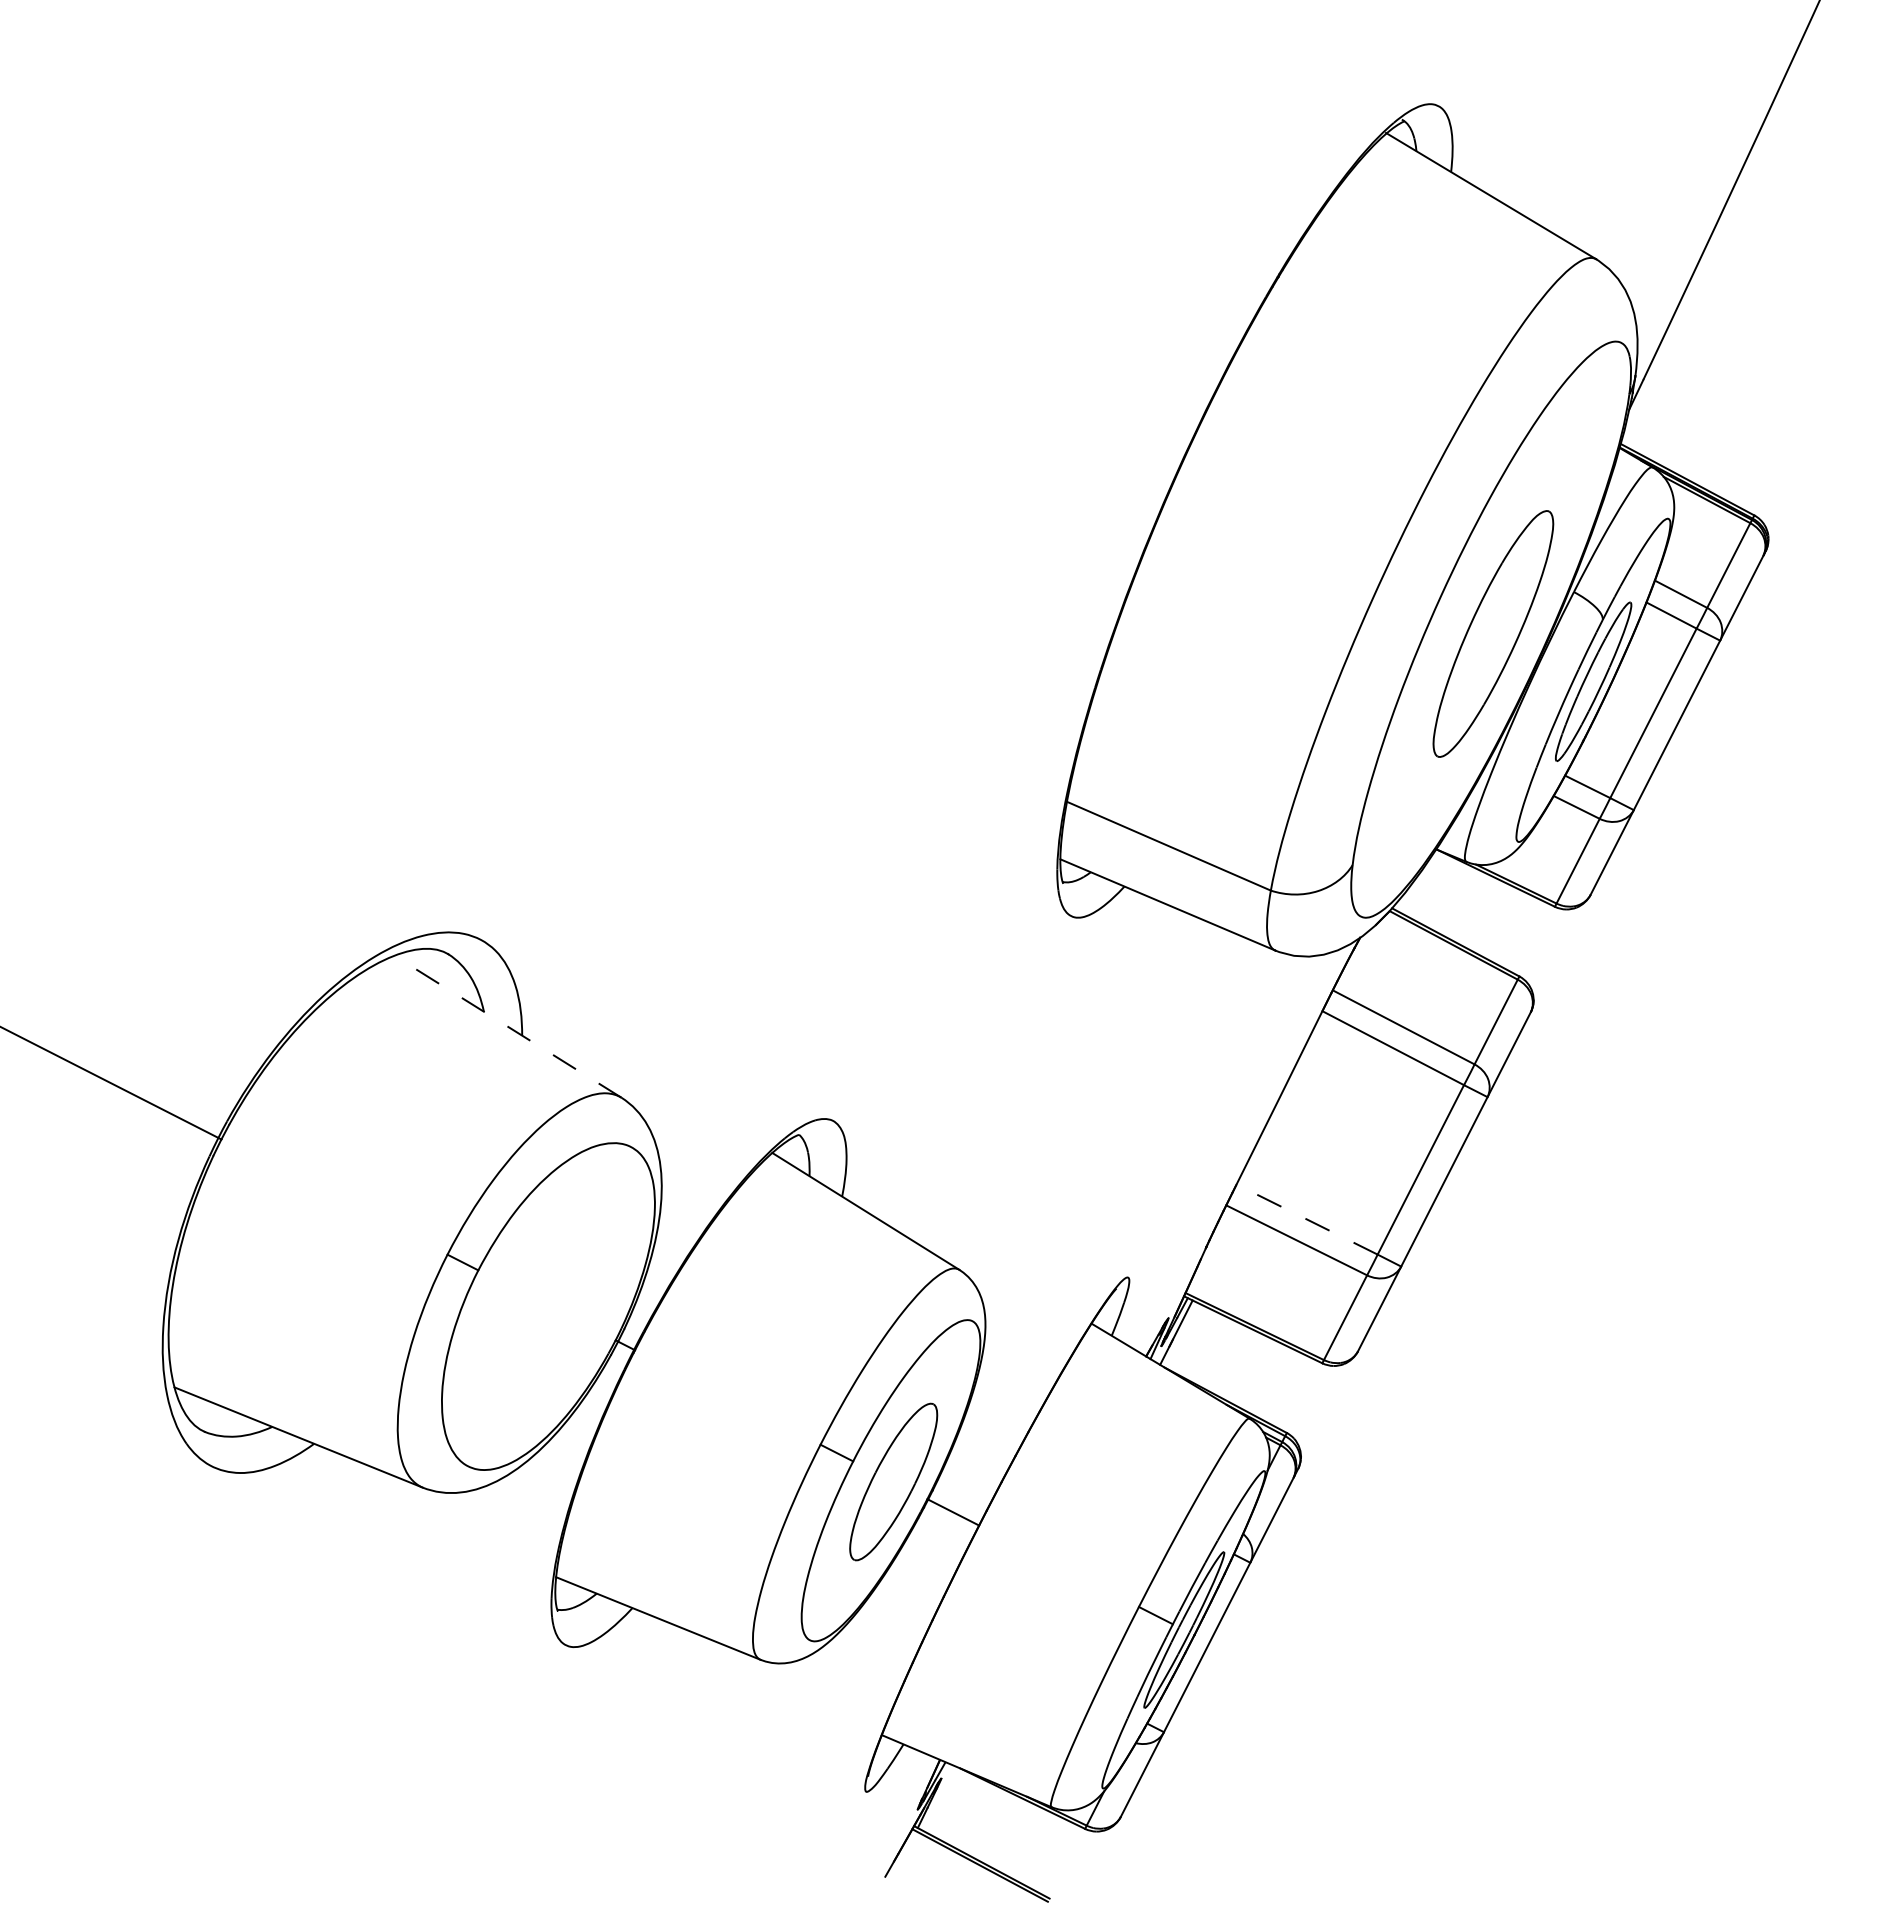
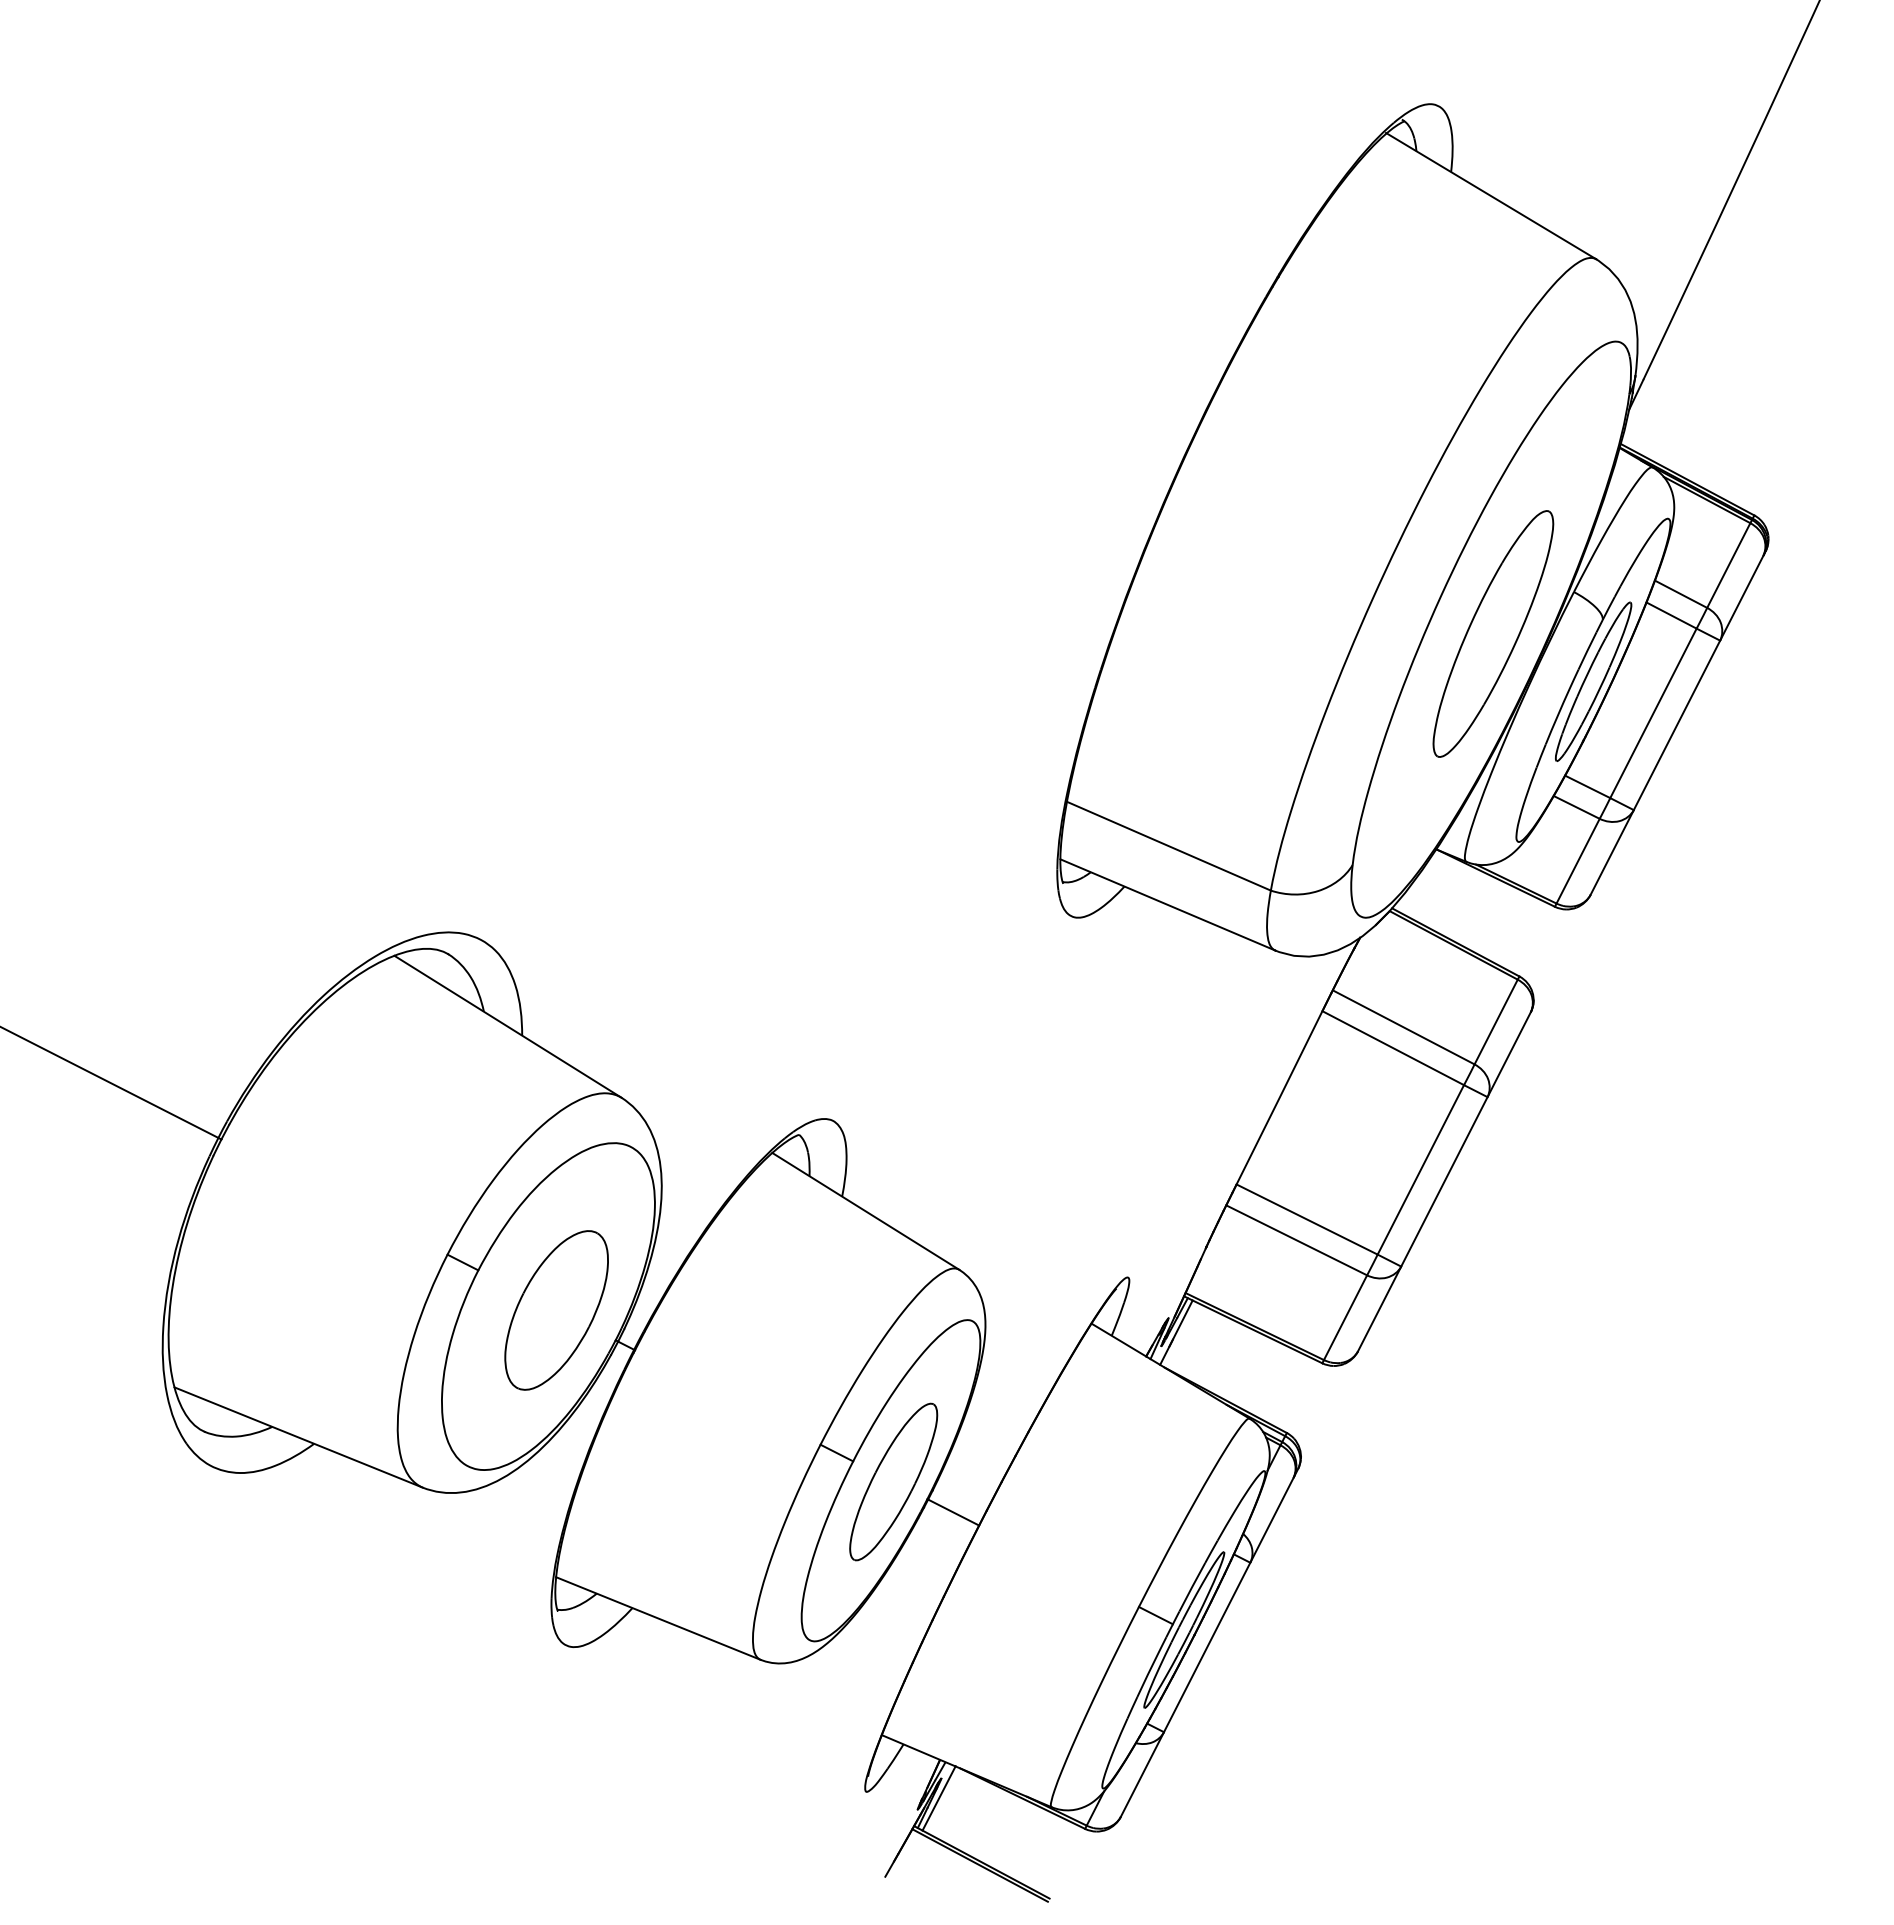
line at (507, 1026): dashed -> solid
line at (1307, 1219): dashed -> solid
part at (556, 1310): none -> present
line at (938, 1798): none -> present
